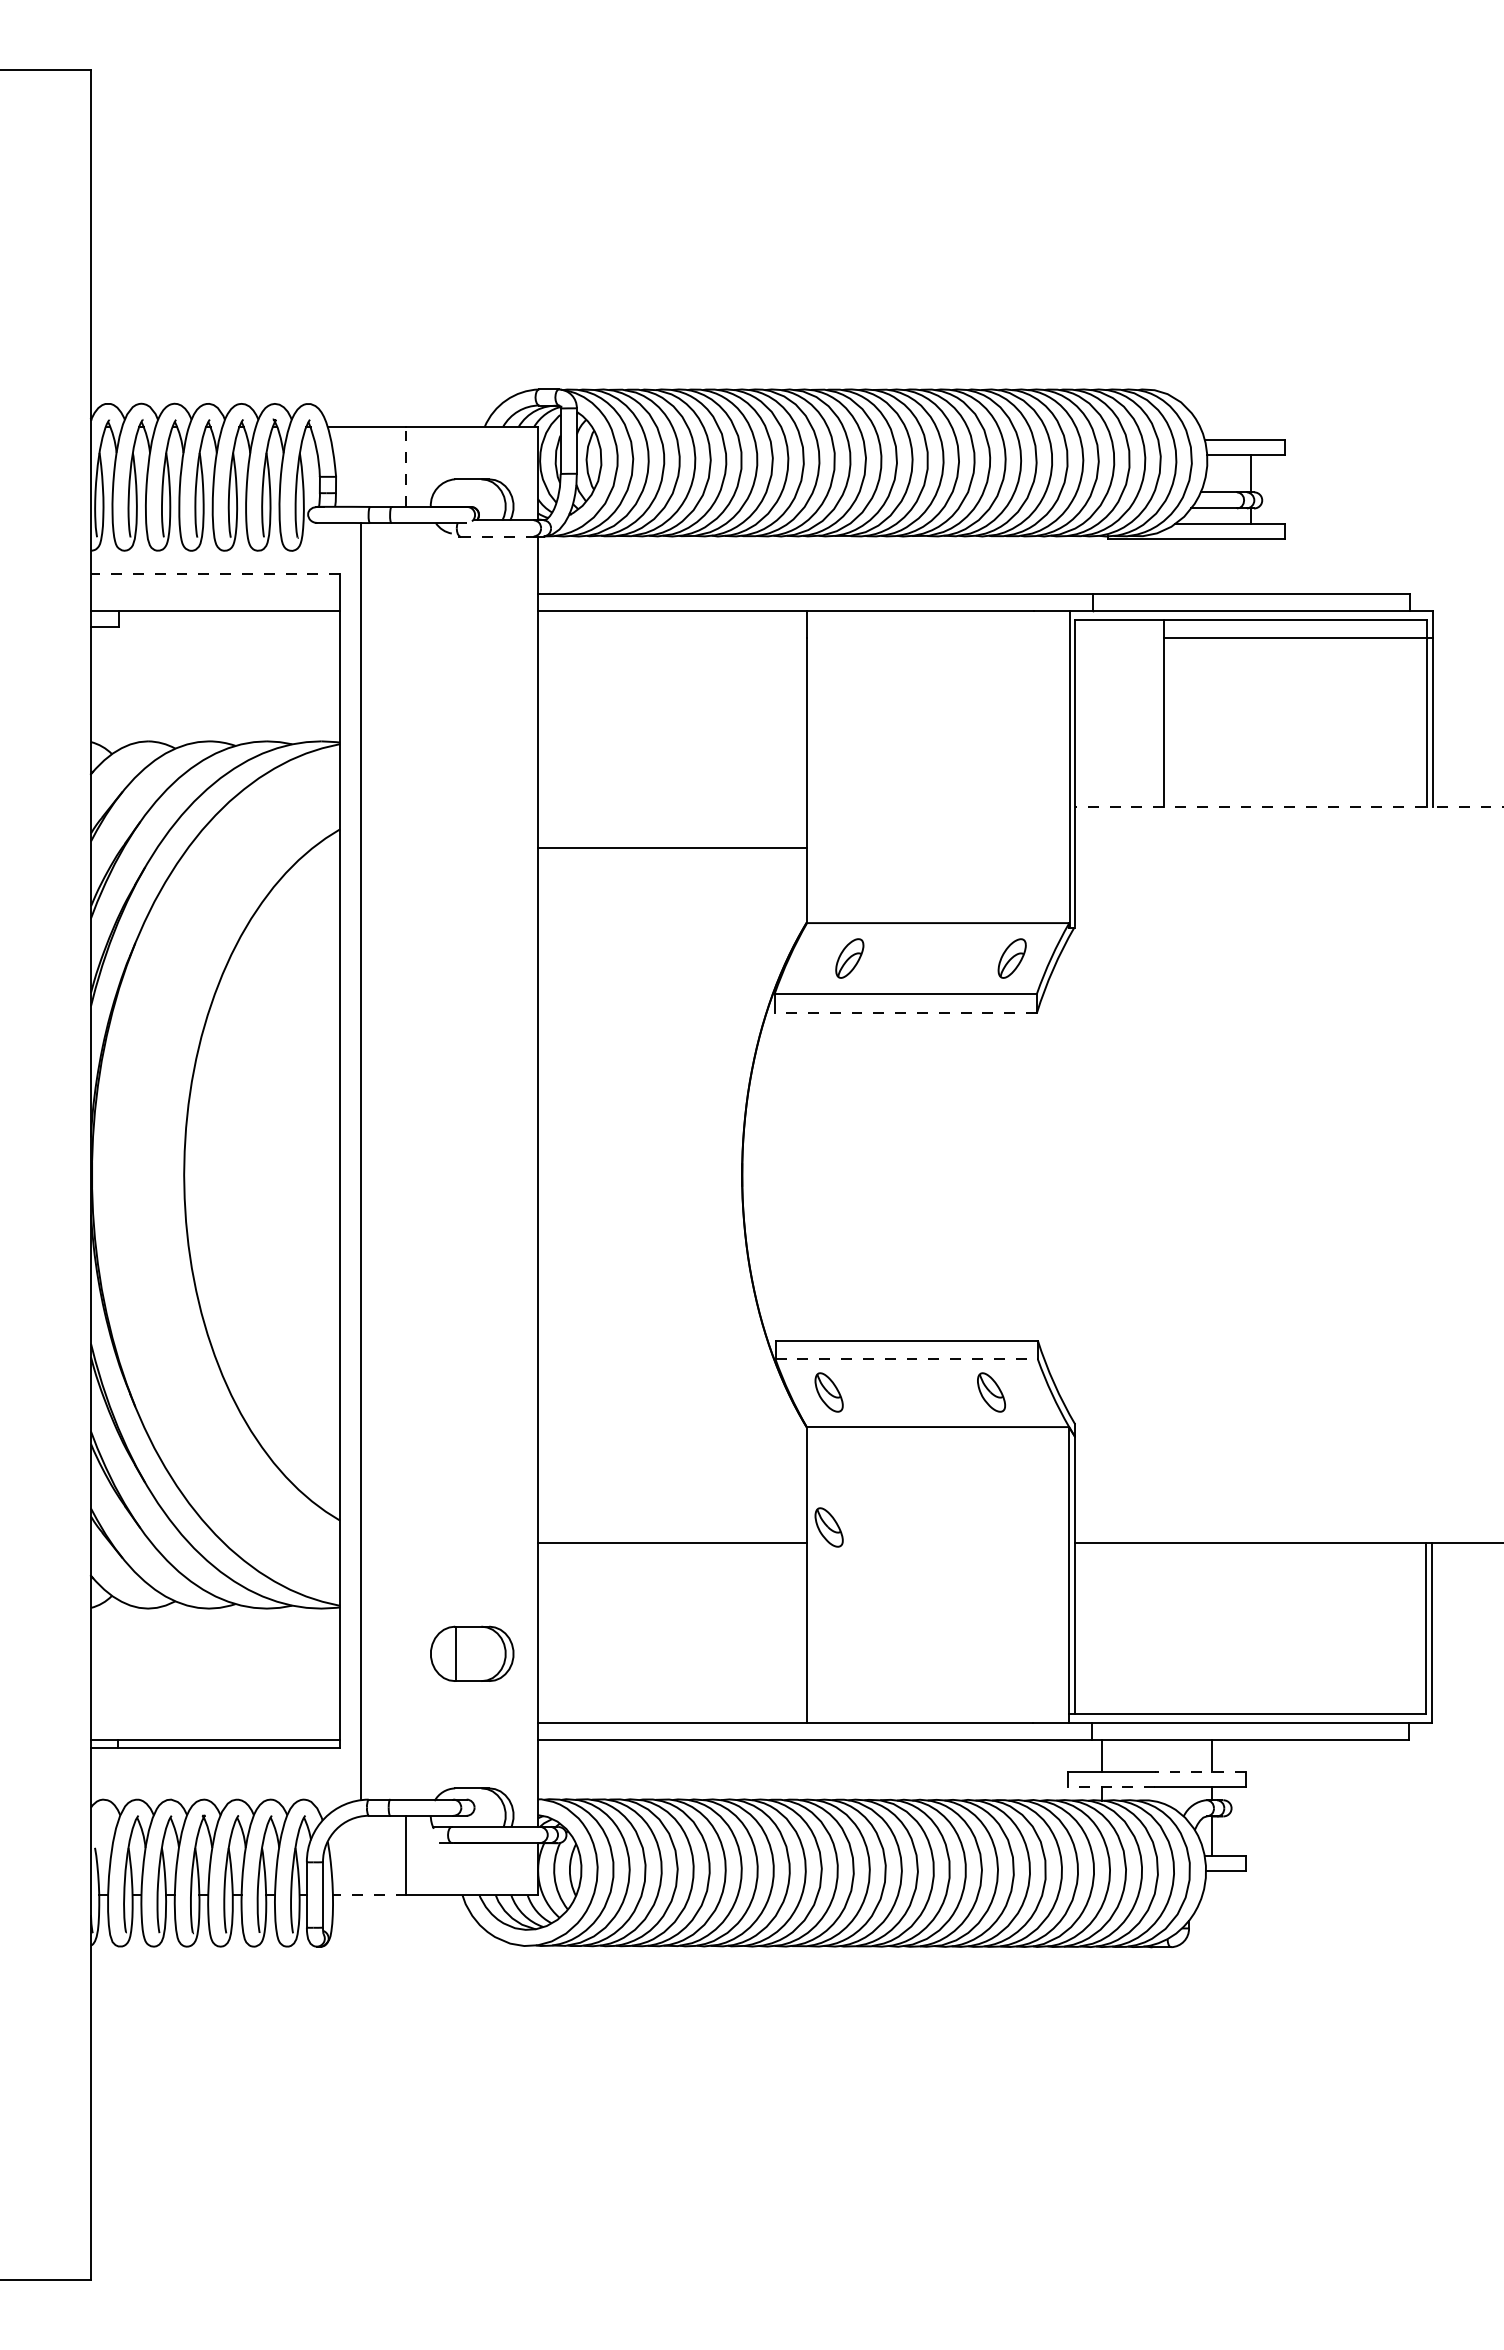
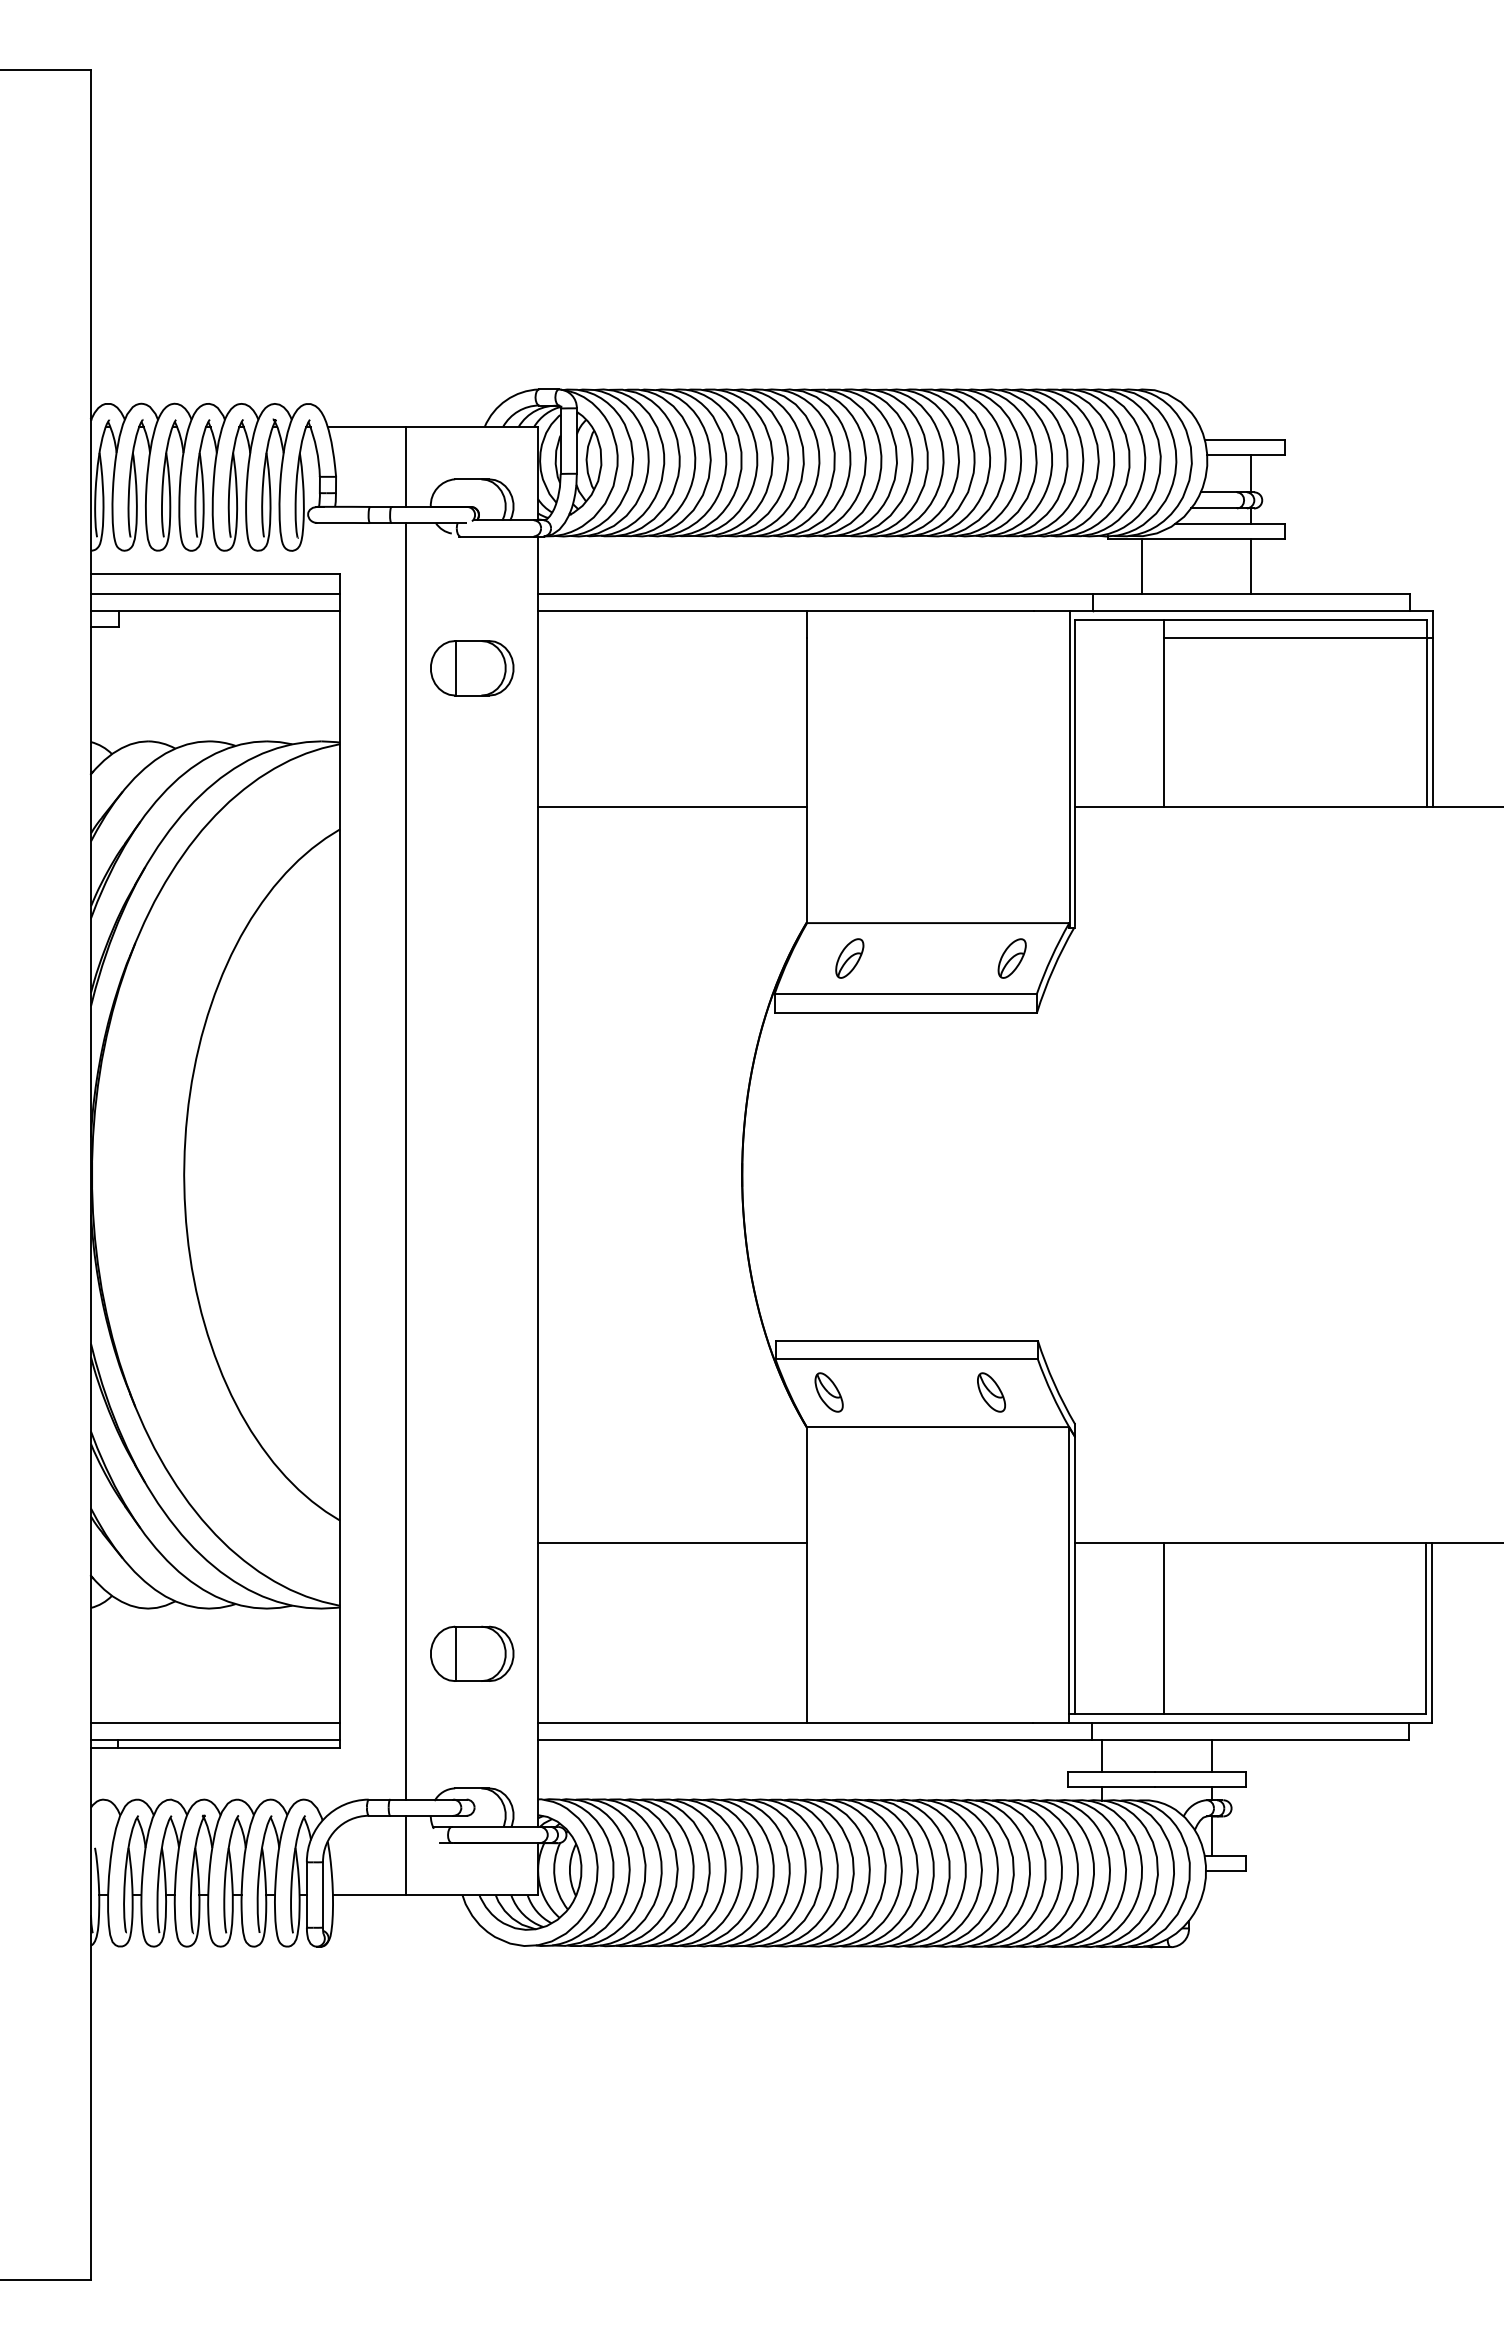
line at (406, 466): dashed -> solid
line at (497, 536): dashed -> solid
line at (1142, 566): none -> present
line at (1251, 566): none -> present
line at (215, 574): dashed -> solid
line at (215, 593): none -> present
part at (472, 668): none -> present
line at (1289, 806): dashed -> solid
line at (672, 847) position: (672, 847) -> (672, 806)
line at (905, 1012): dashed -> solid
line at (361, 1161) position: (361, 1161) -> (406, 1161)
line at (907, 1359): dashed -> solid
part at (828, 1527): present -> none
line at (1163, 1628): none -> present
line at (215, 1722): none -> present
line at (1200, 1771): dashed -> solid
line at (1111, 1786): dashed -> solid
line at (369, 1895): dashed -> solid
